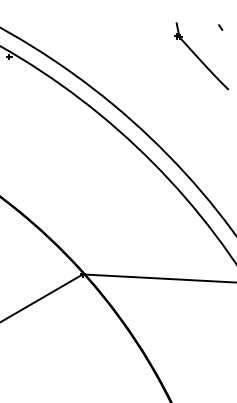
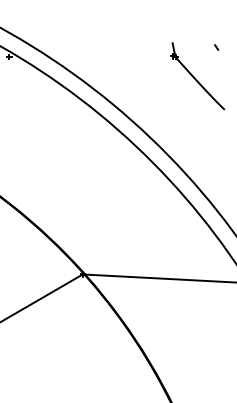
part at (201, 56) position: (201, 56) -> (197, 76)
